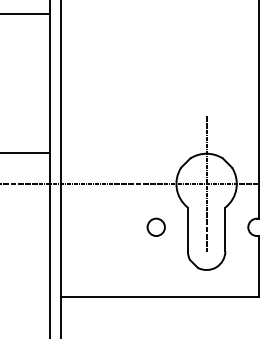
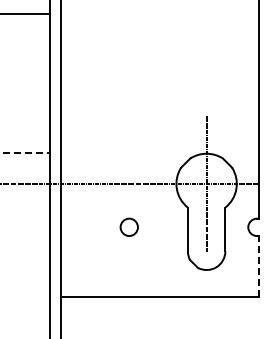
line at (25, 152): solid -> dashed
circle at (155, 226) position: (155, 226) -> (128, 226)
line at (258, 265): solid -> dashed
